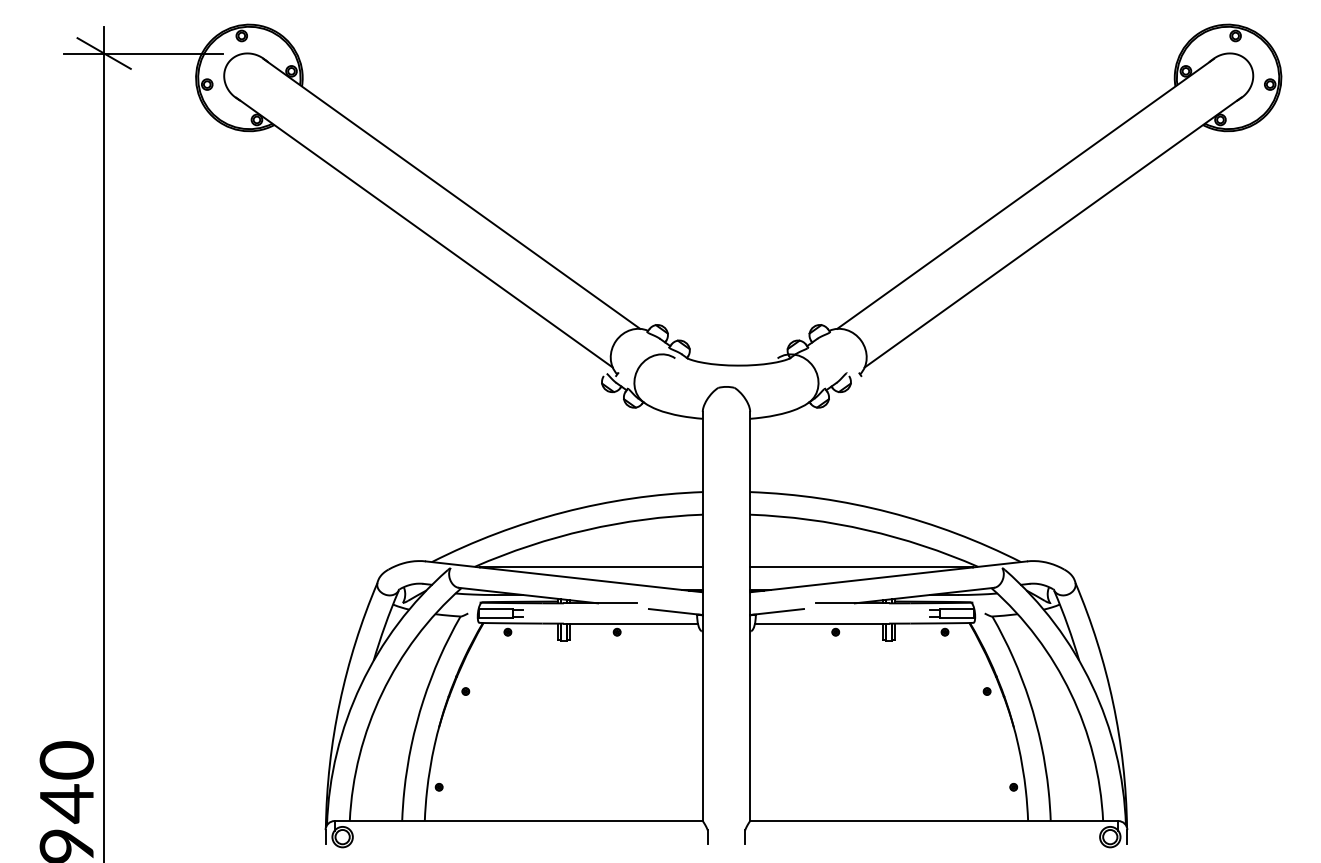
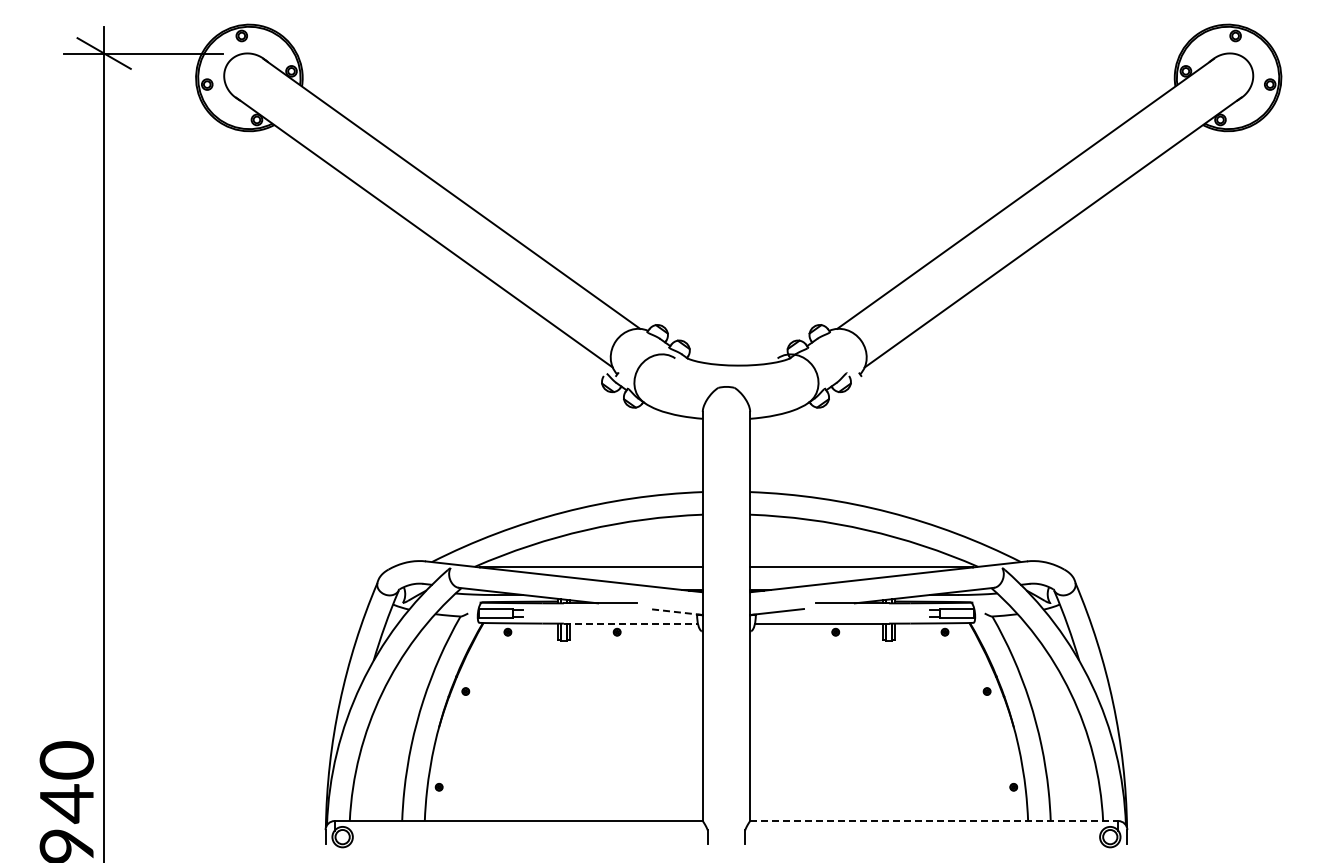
line at (675, 611): solid -> dashed
line at (631, 623): solid -> dashed
line at (934, 821): solid -> dashed
